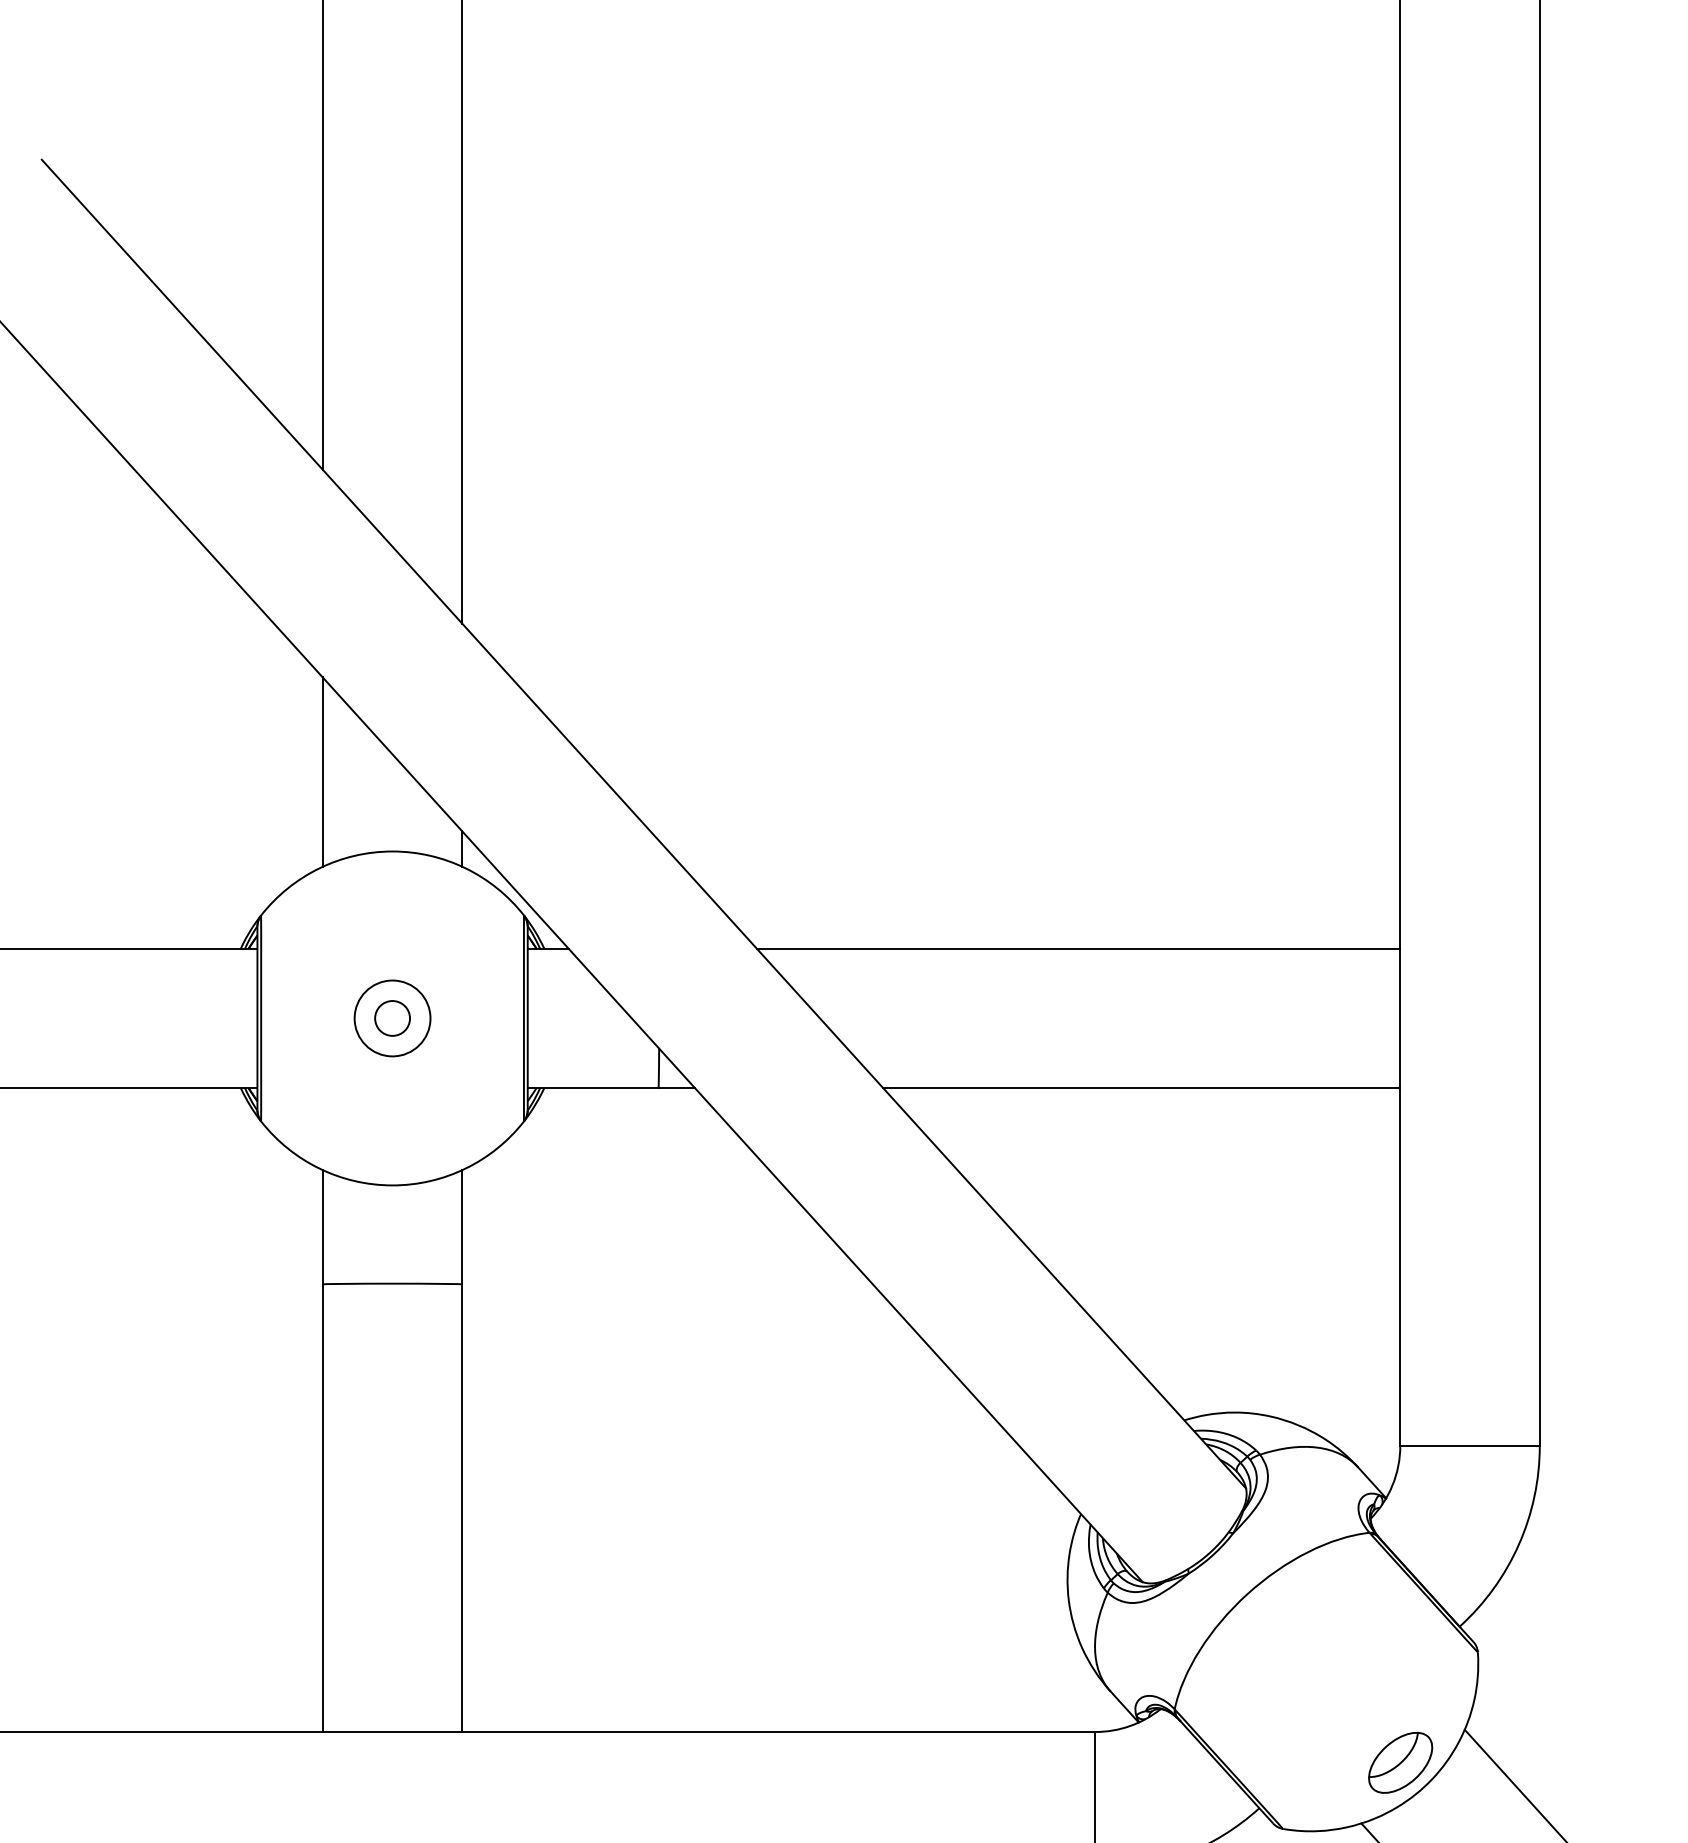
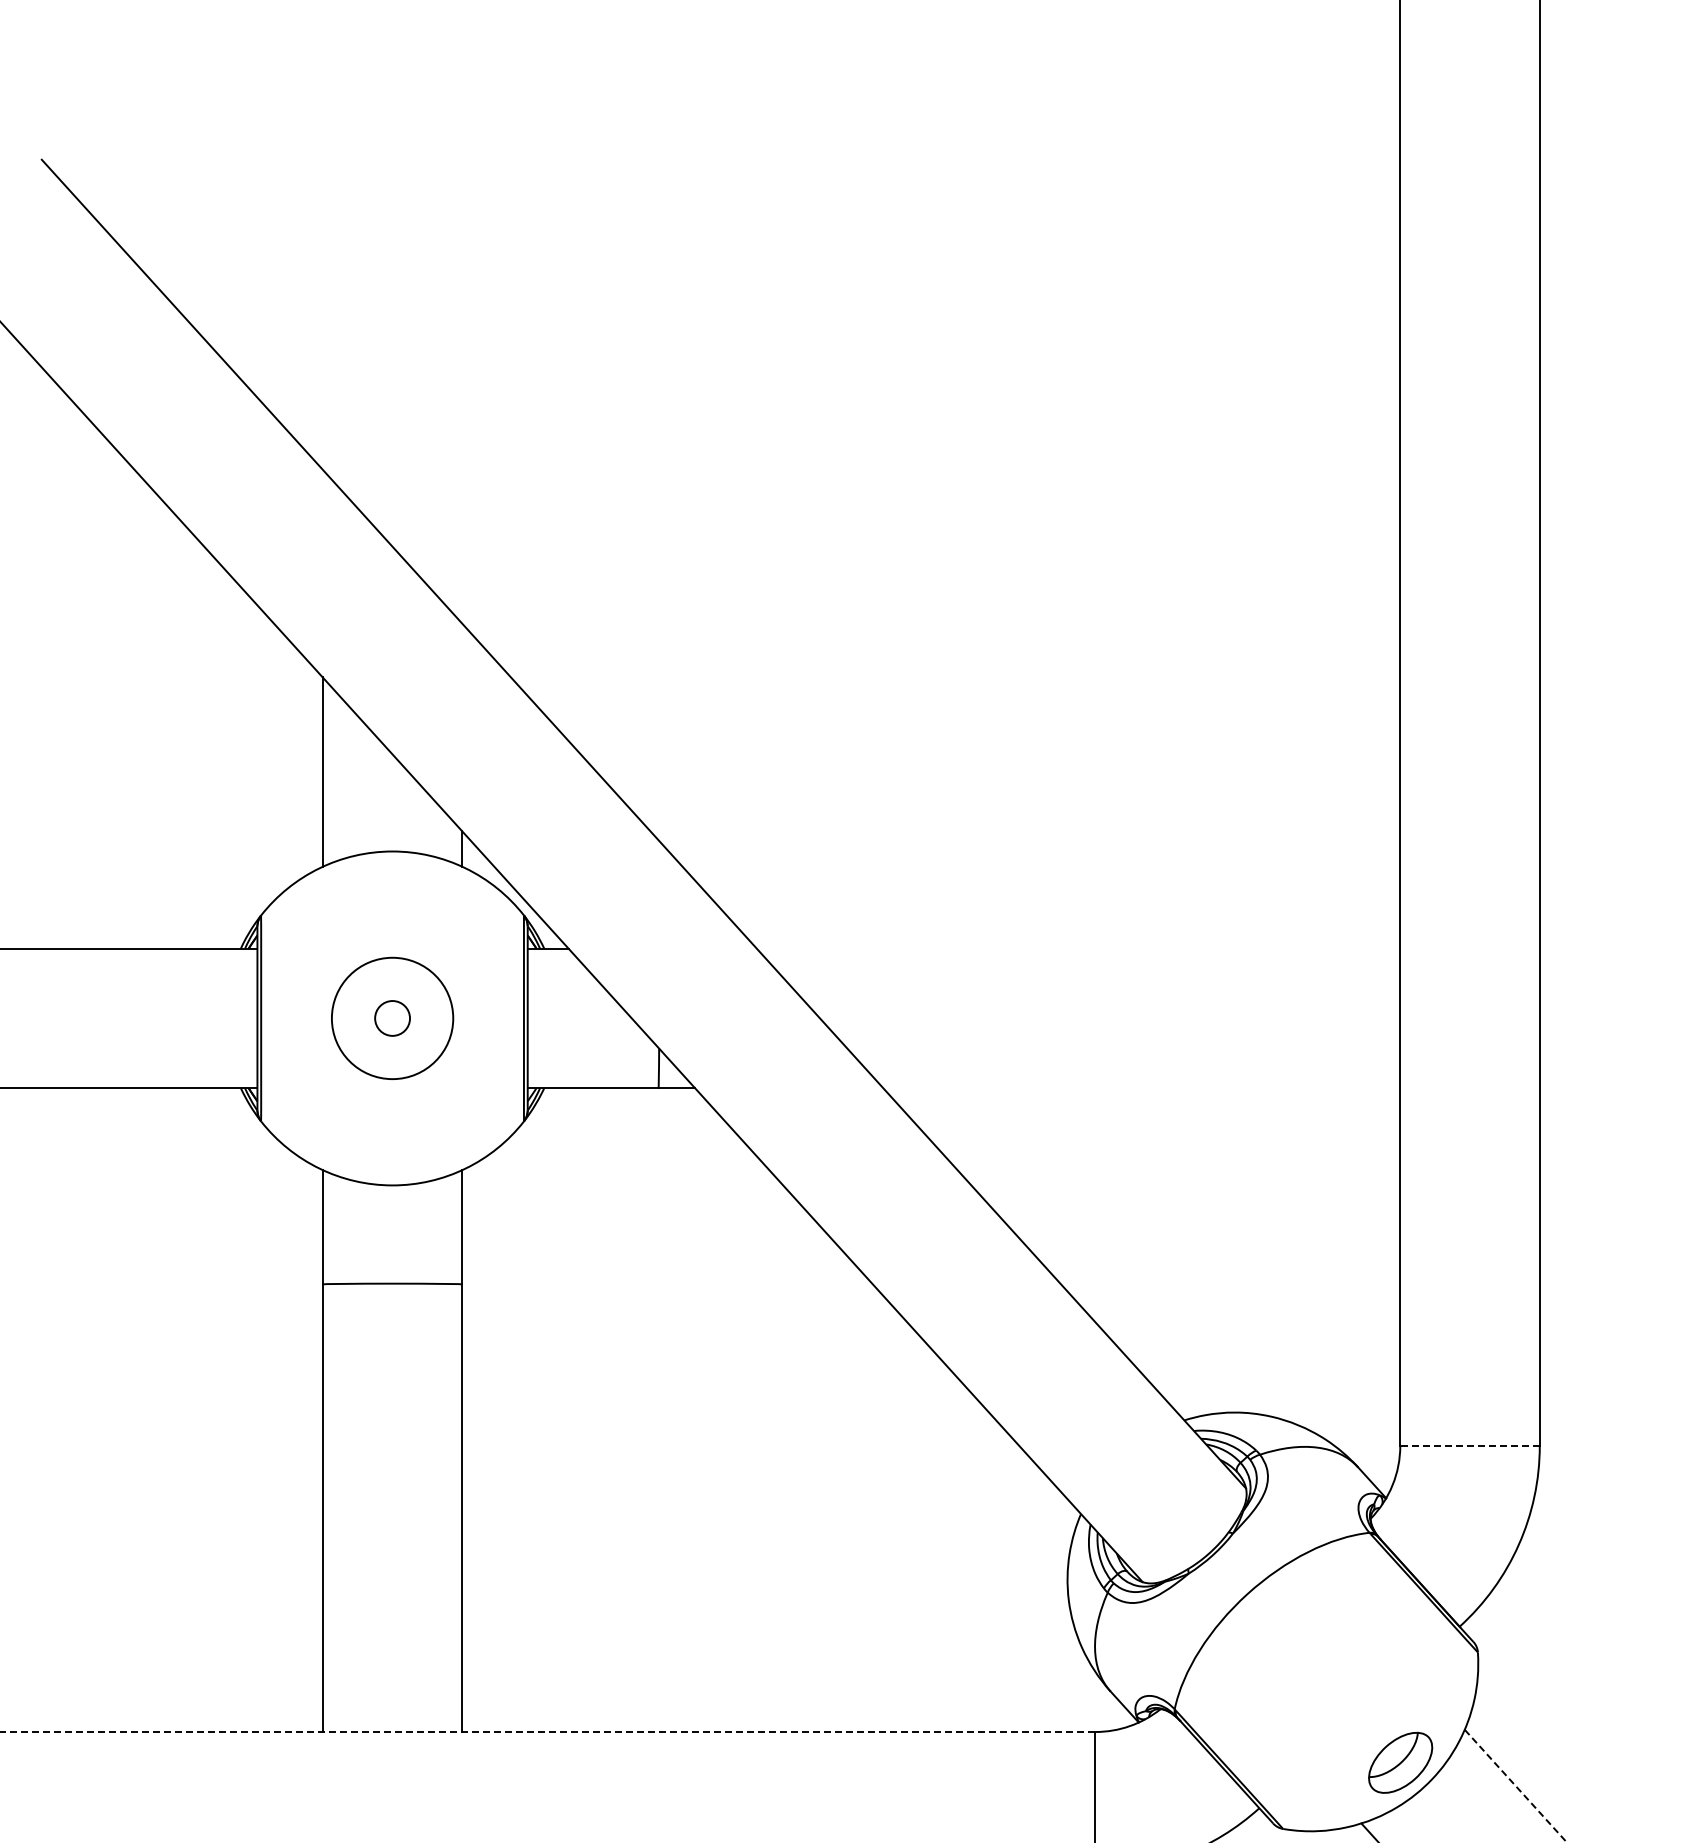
line at (322, 235): present -> none
line at (462, 312): present -> none
line at (1078, 948): present -> none
circle at (392, 1018) diameter: 76 px -> 121 px
line at (1141, 1088): present -> none
line at (1470, 1445): solid -> dashed
line at (547, 1732): solid -> dashed
line at (1515, 1786): solid -> dashed
